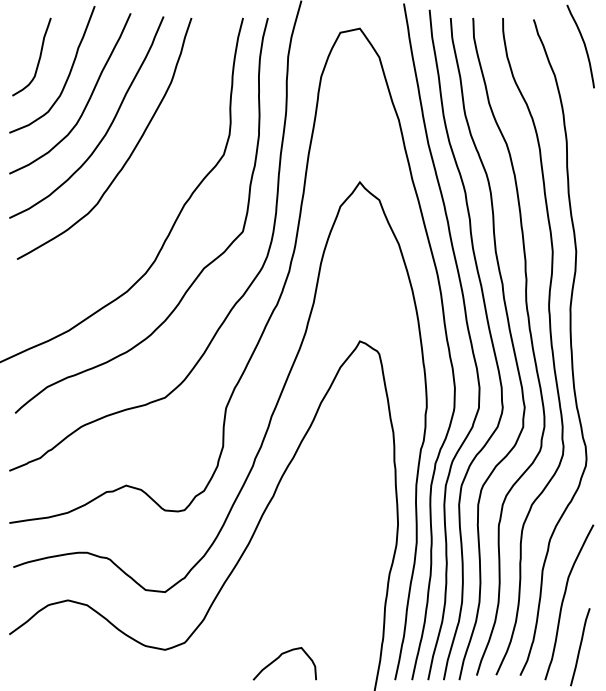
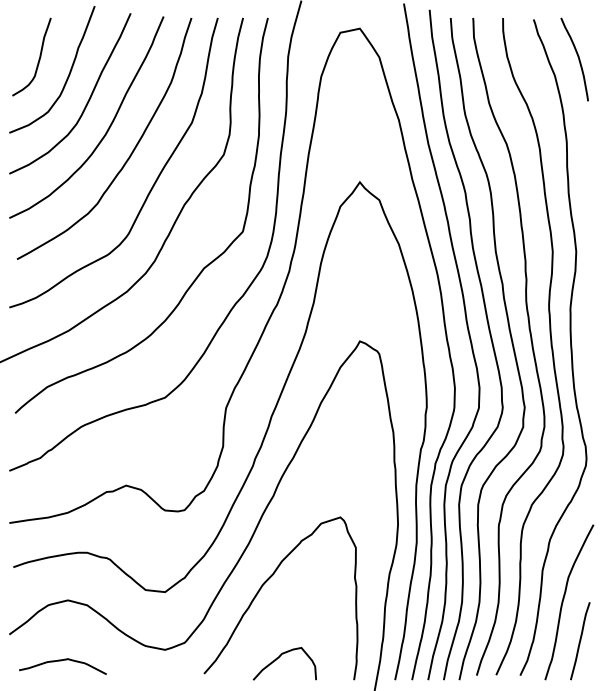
curve at (583, 44) position: (583, 44) -> (577, 57)
curve at (153, 183): none -> present
curve at (262, 587): none -> present
curve at (580, 647) position: (580, 647) -> (580, 641)
curve at (61, 661): none -> present
